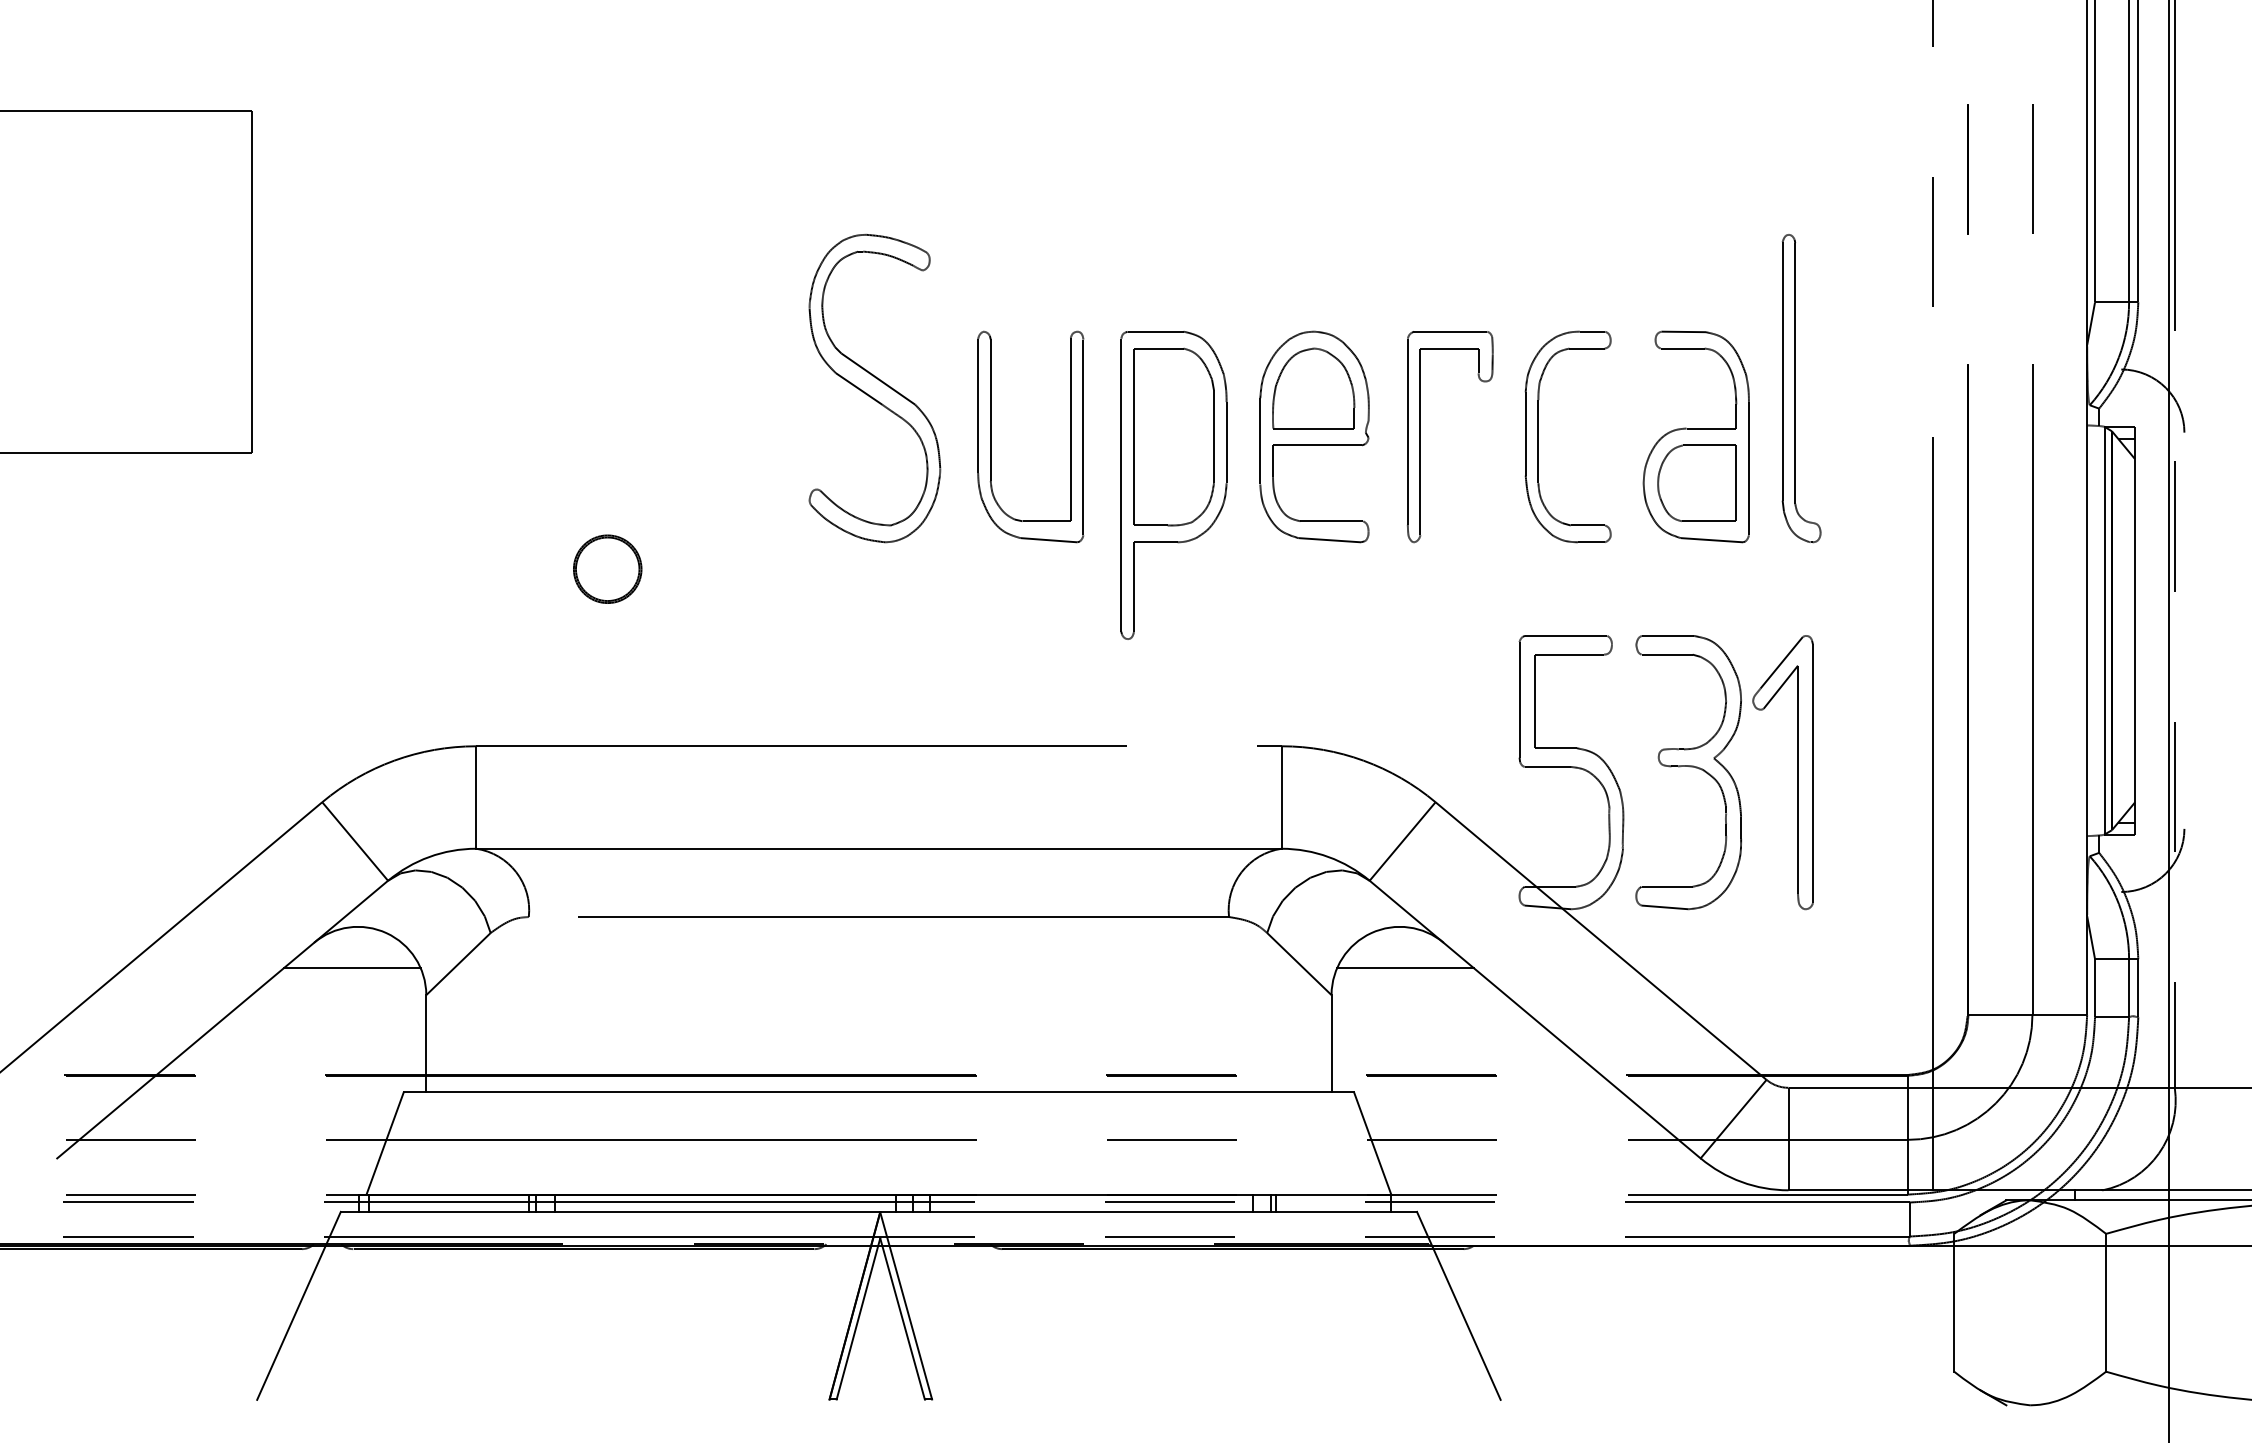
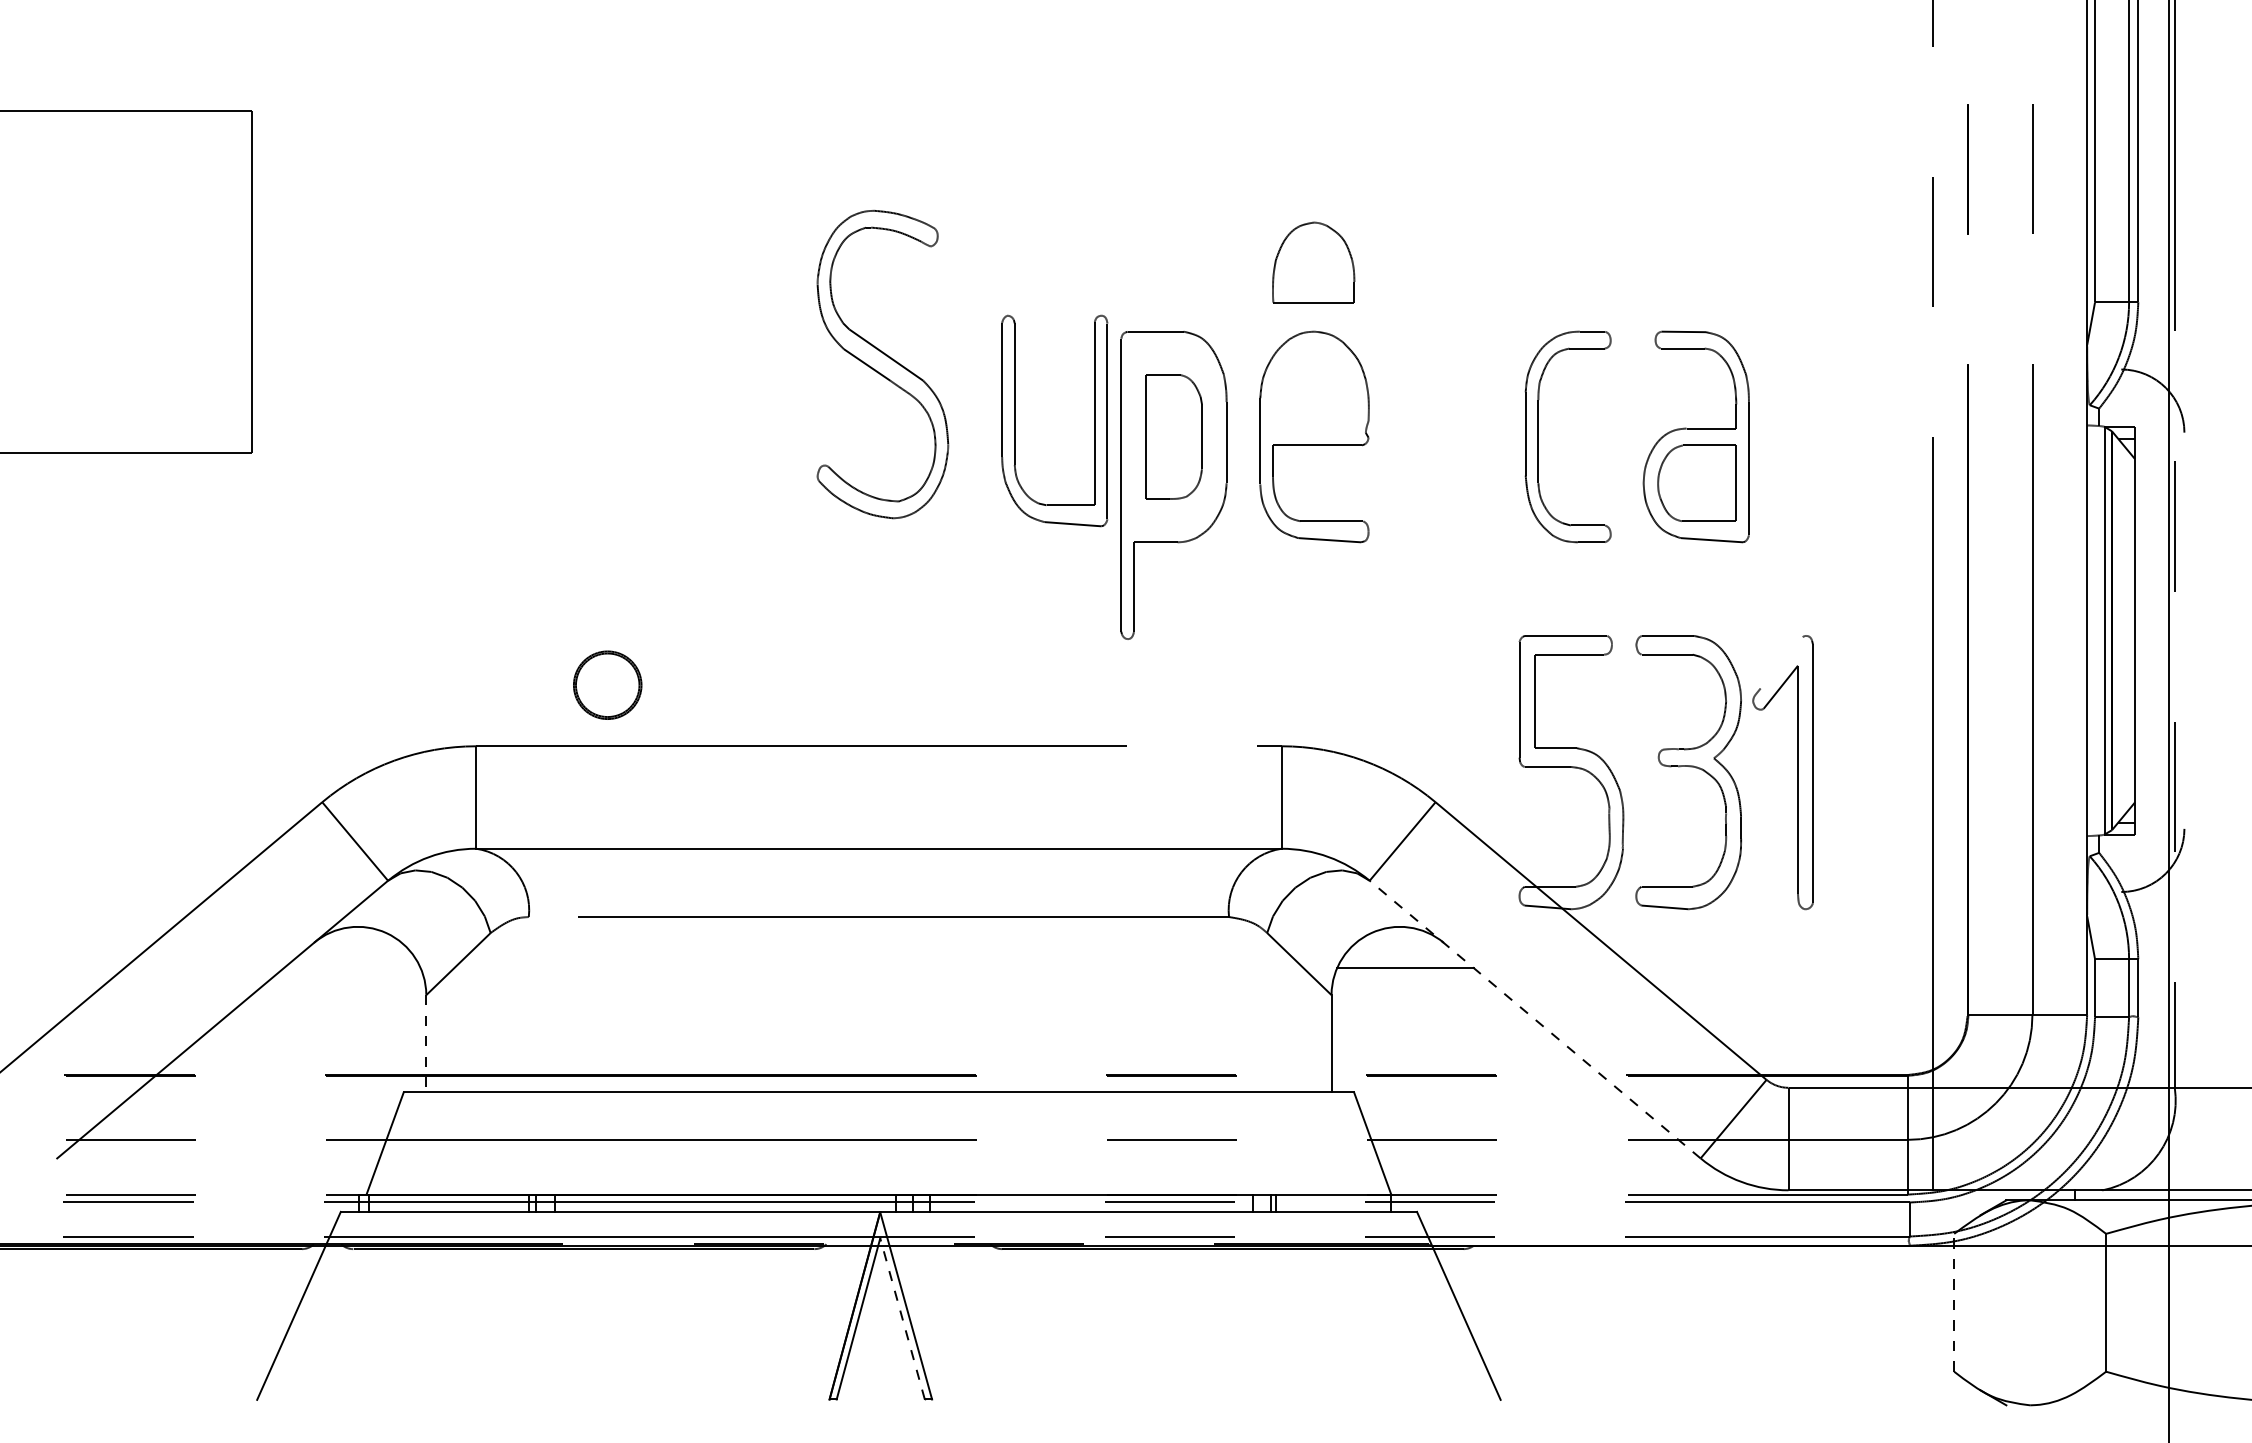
part at (874, 388) position: (874, 388) -> (882, 364)
part at (1313, 388) position: (1313, 388) -> (1313, 262)
part at (1801, 388): present -> none
part at (991, 436) position: (991, 436) -> (1015, 420)
part at (1173, 436) size: 82x180 px -> 58x126 px
part at (1420, 437): present -> none
part at (607, 568) position: (607, 568) -> (607, 684)
line at (1781, 662): present -> none
line at (351, 968): present -> none
line at (1534, 1019): solid -> dashed
line at (426, 1043): solid -> dashed
line at (1954, 1302): solid -> dashed
line at (902, 1318): solid -> dashed
